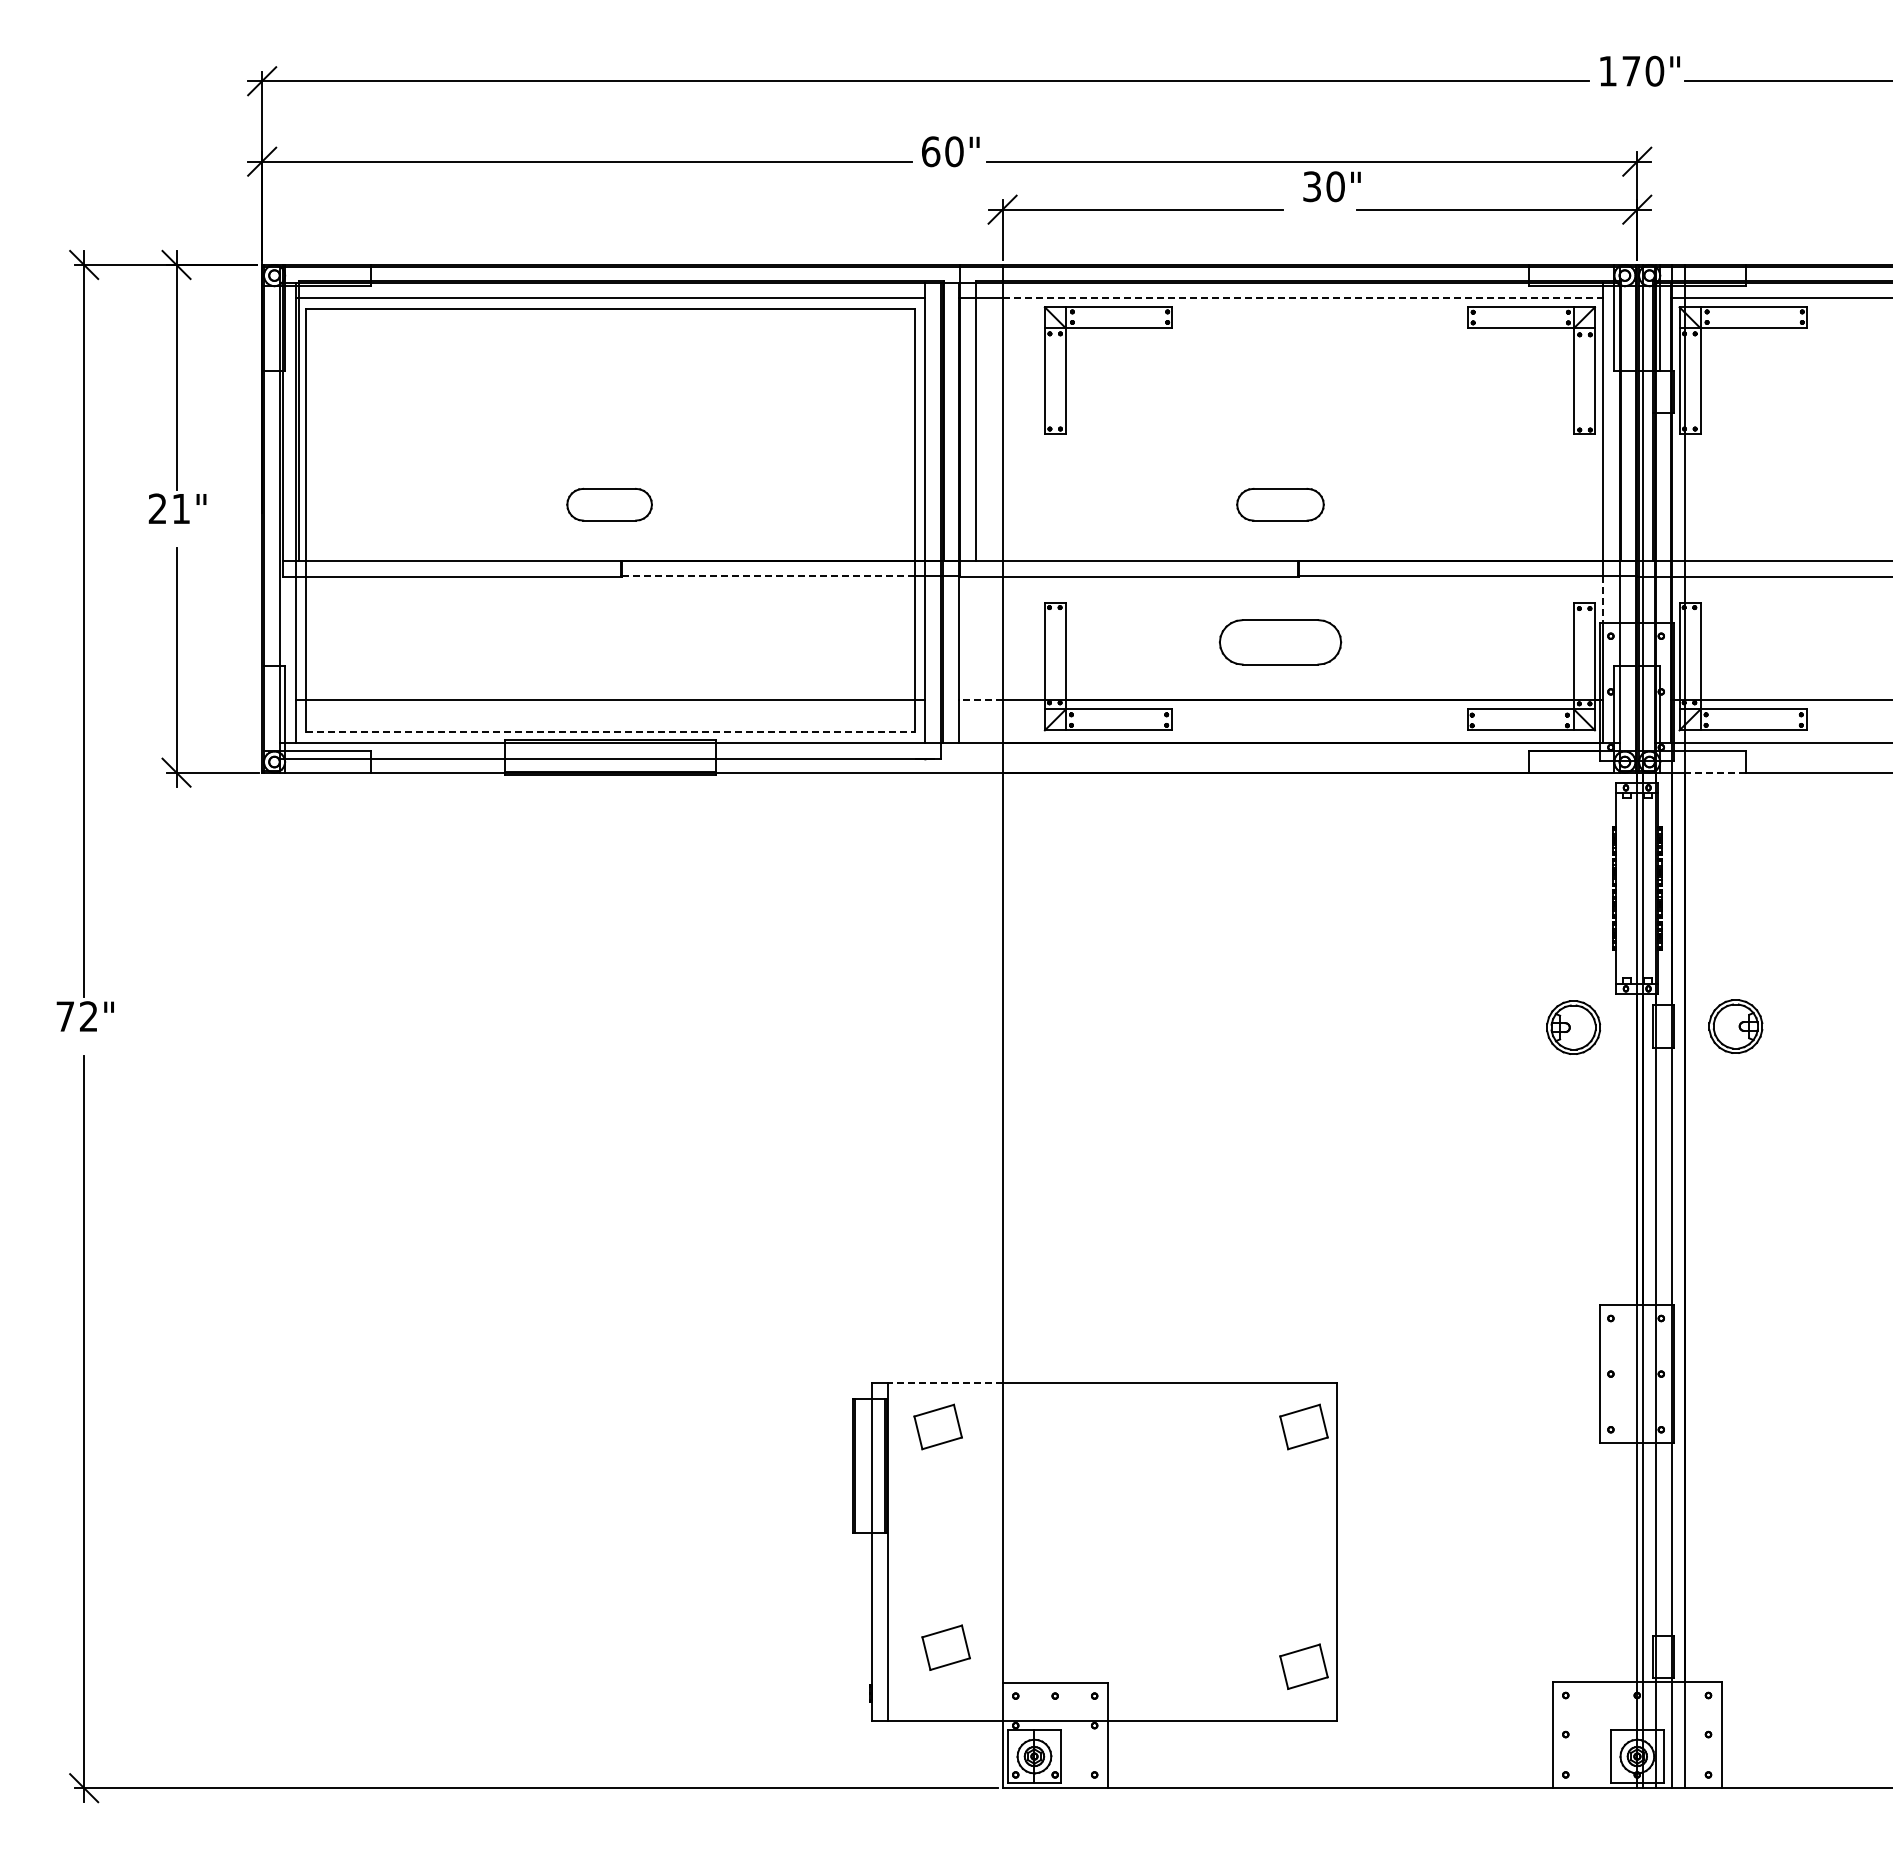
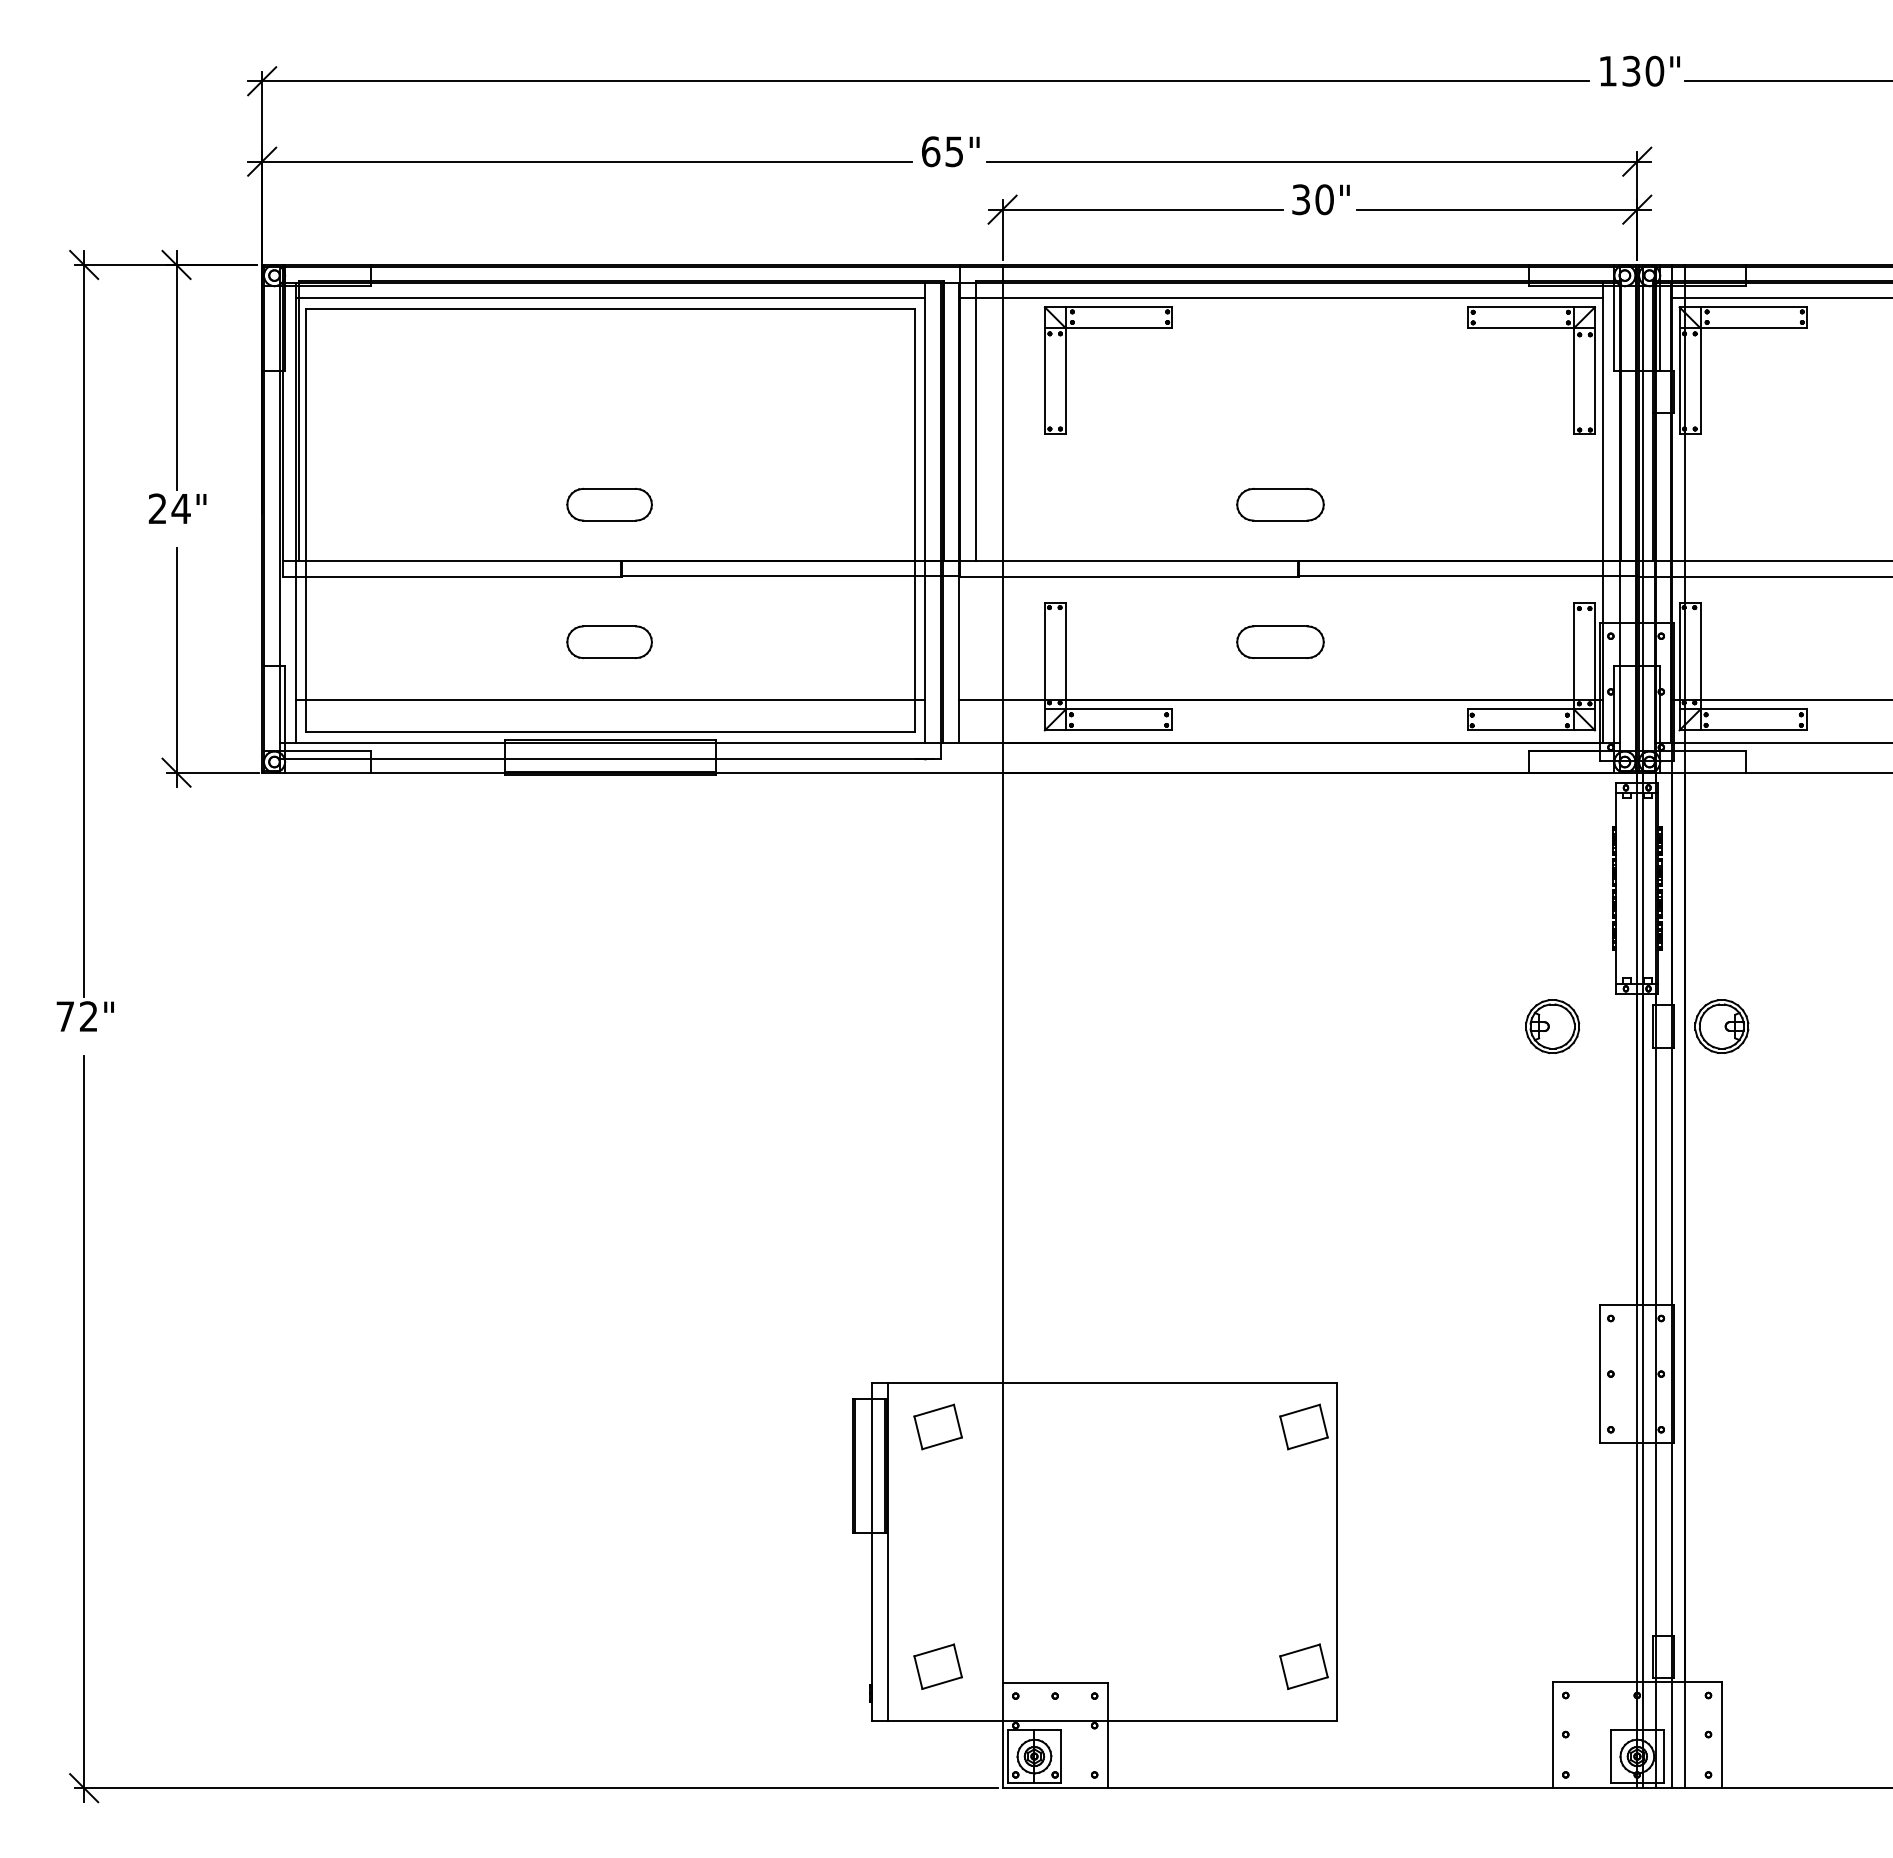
text at (1631, 70): 170" -> 130"
text at (954, 151): 60" -> 65"
text at (1331, 186) position: (1331, 186) -> (1320, 199)
line at (1303, 298): dashed -> solid
text at (180, 508): 21" -> 24"
line at (767, 576): dashed -> solid
line at (1603, 600): dashed -> solid
part at (609, 641): none -> present
part at (1280, 642) size: 125x47 px -> 89x34 px
line at (980, 700): dashed -> solid
line at (610, 732): dashed -> solid
line at (1714, 772): dashed -> solid
part at (1735, 1026) position: (1735, 1026) -> (1721, 1026)
part at (1573, 1027) position: (1573, 1027) -> (1552, 1026)
line at (945, 1382): dashed -> solid
part at (945, 1647) position: (945, 1647) -> (937, 1666)
